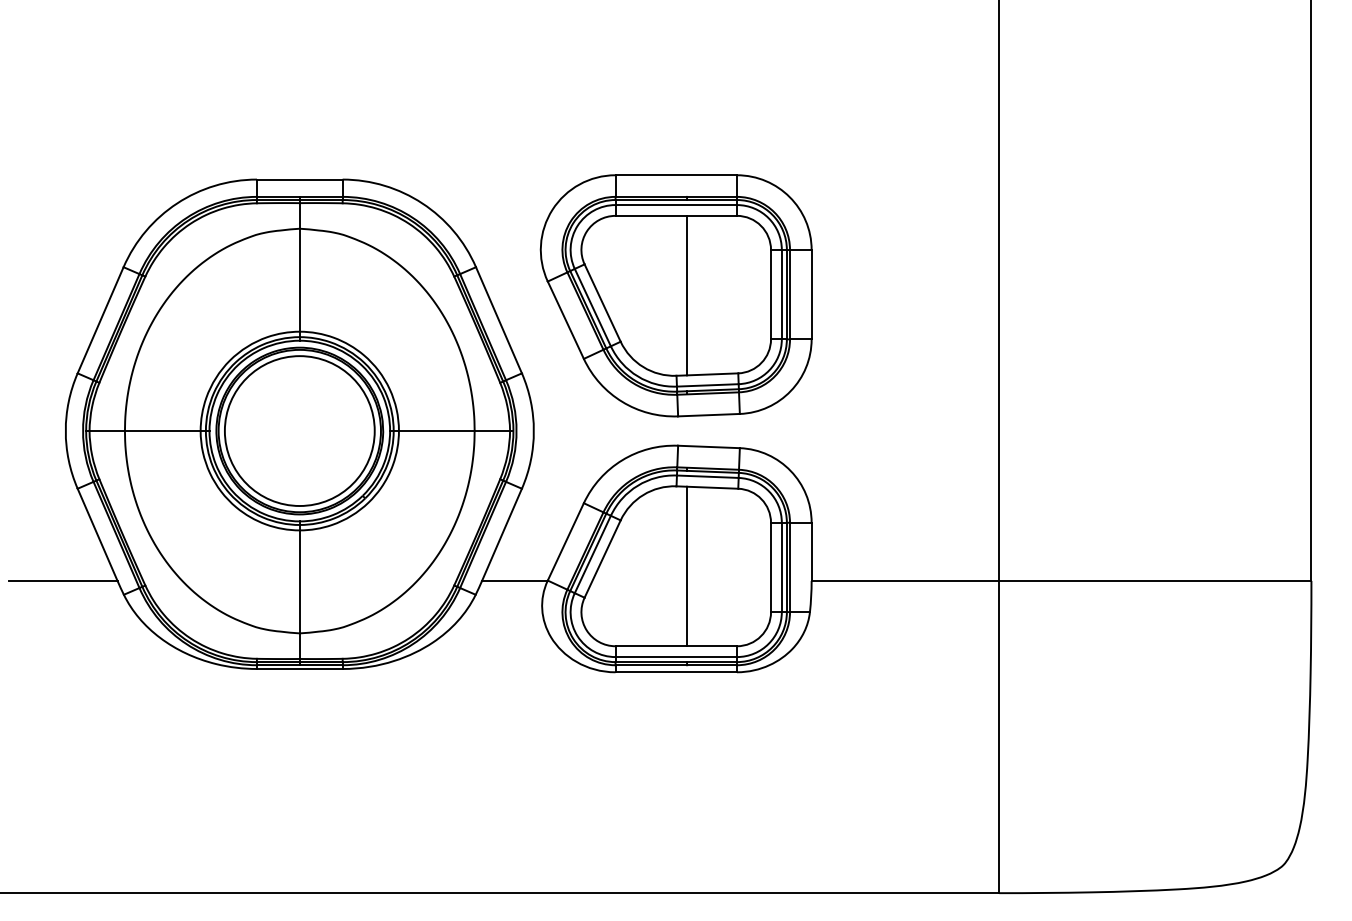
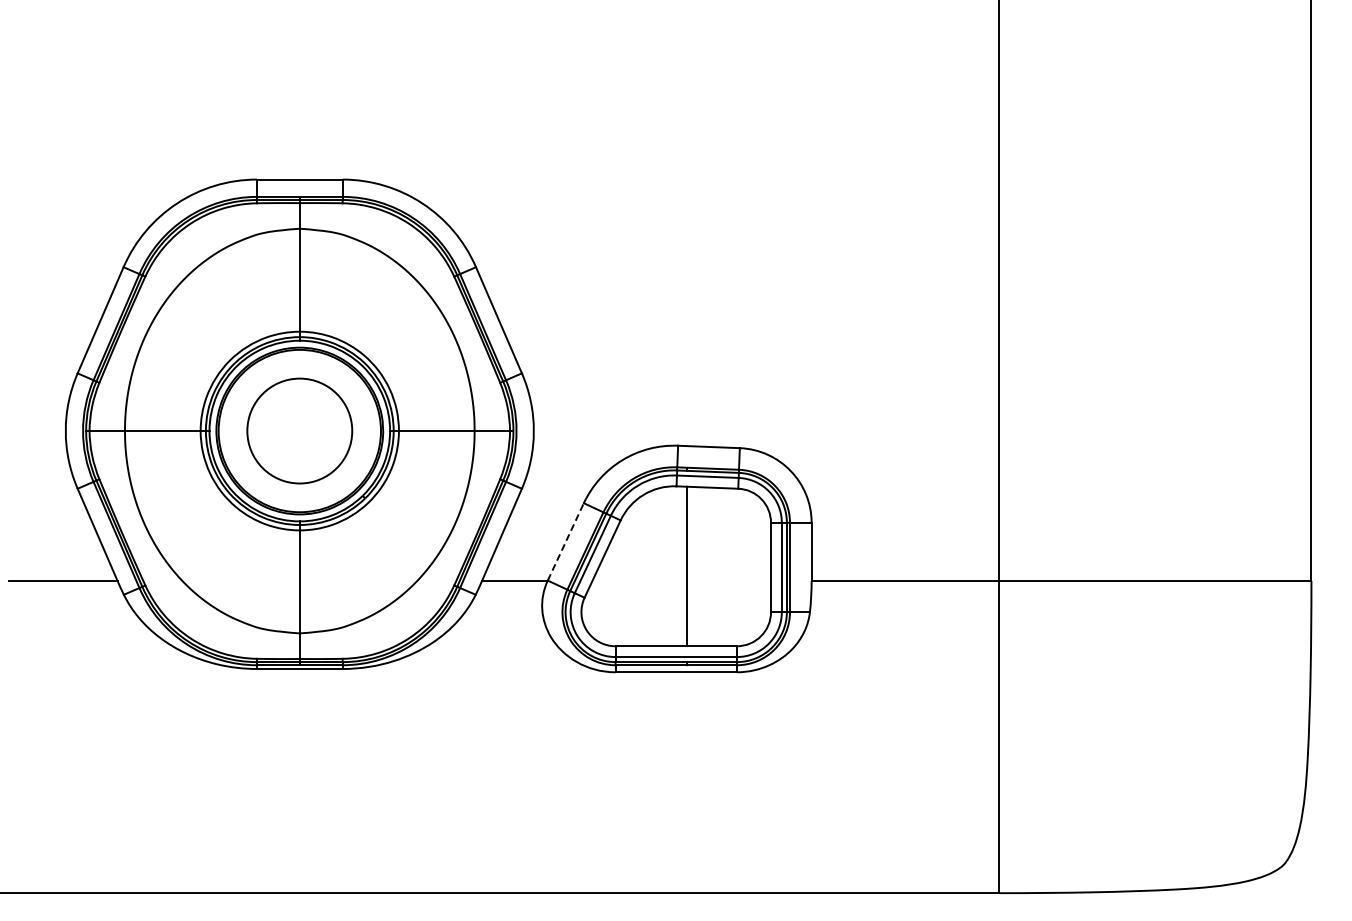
part at (675, 295): present -> none
circle at (299, 431) diameter: 150 px -> 105 px
line at (565, 541): solid -> dashed
